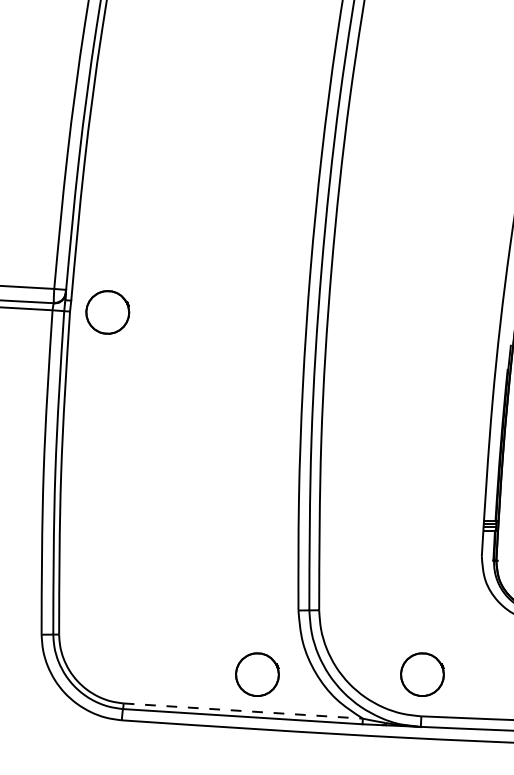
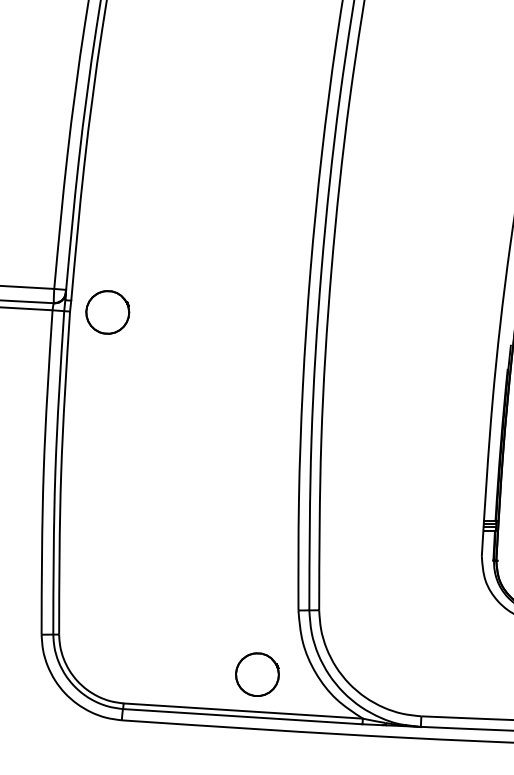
part at (422, 674): present -> none
line at (243, 711): dashed -> solid
